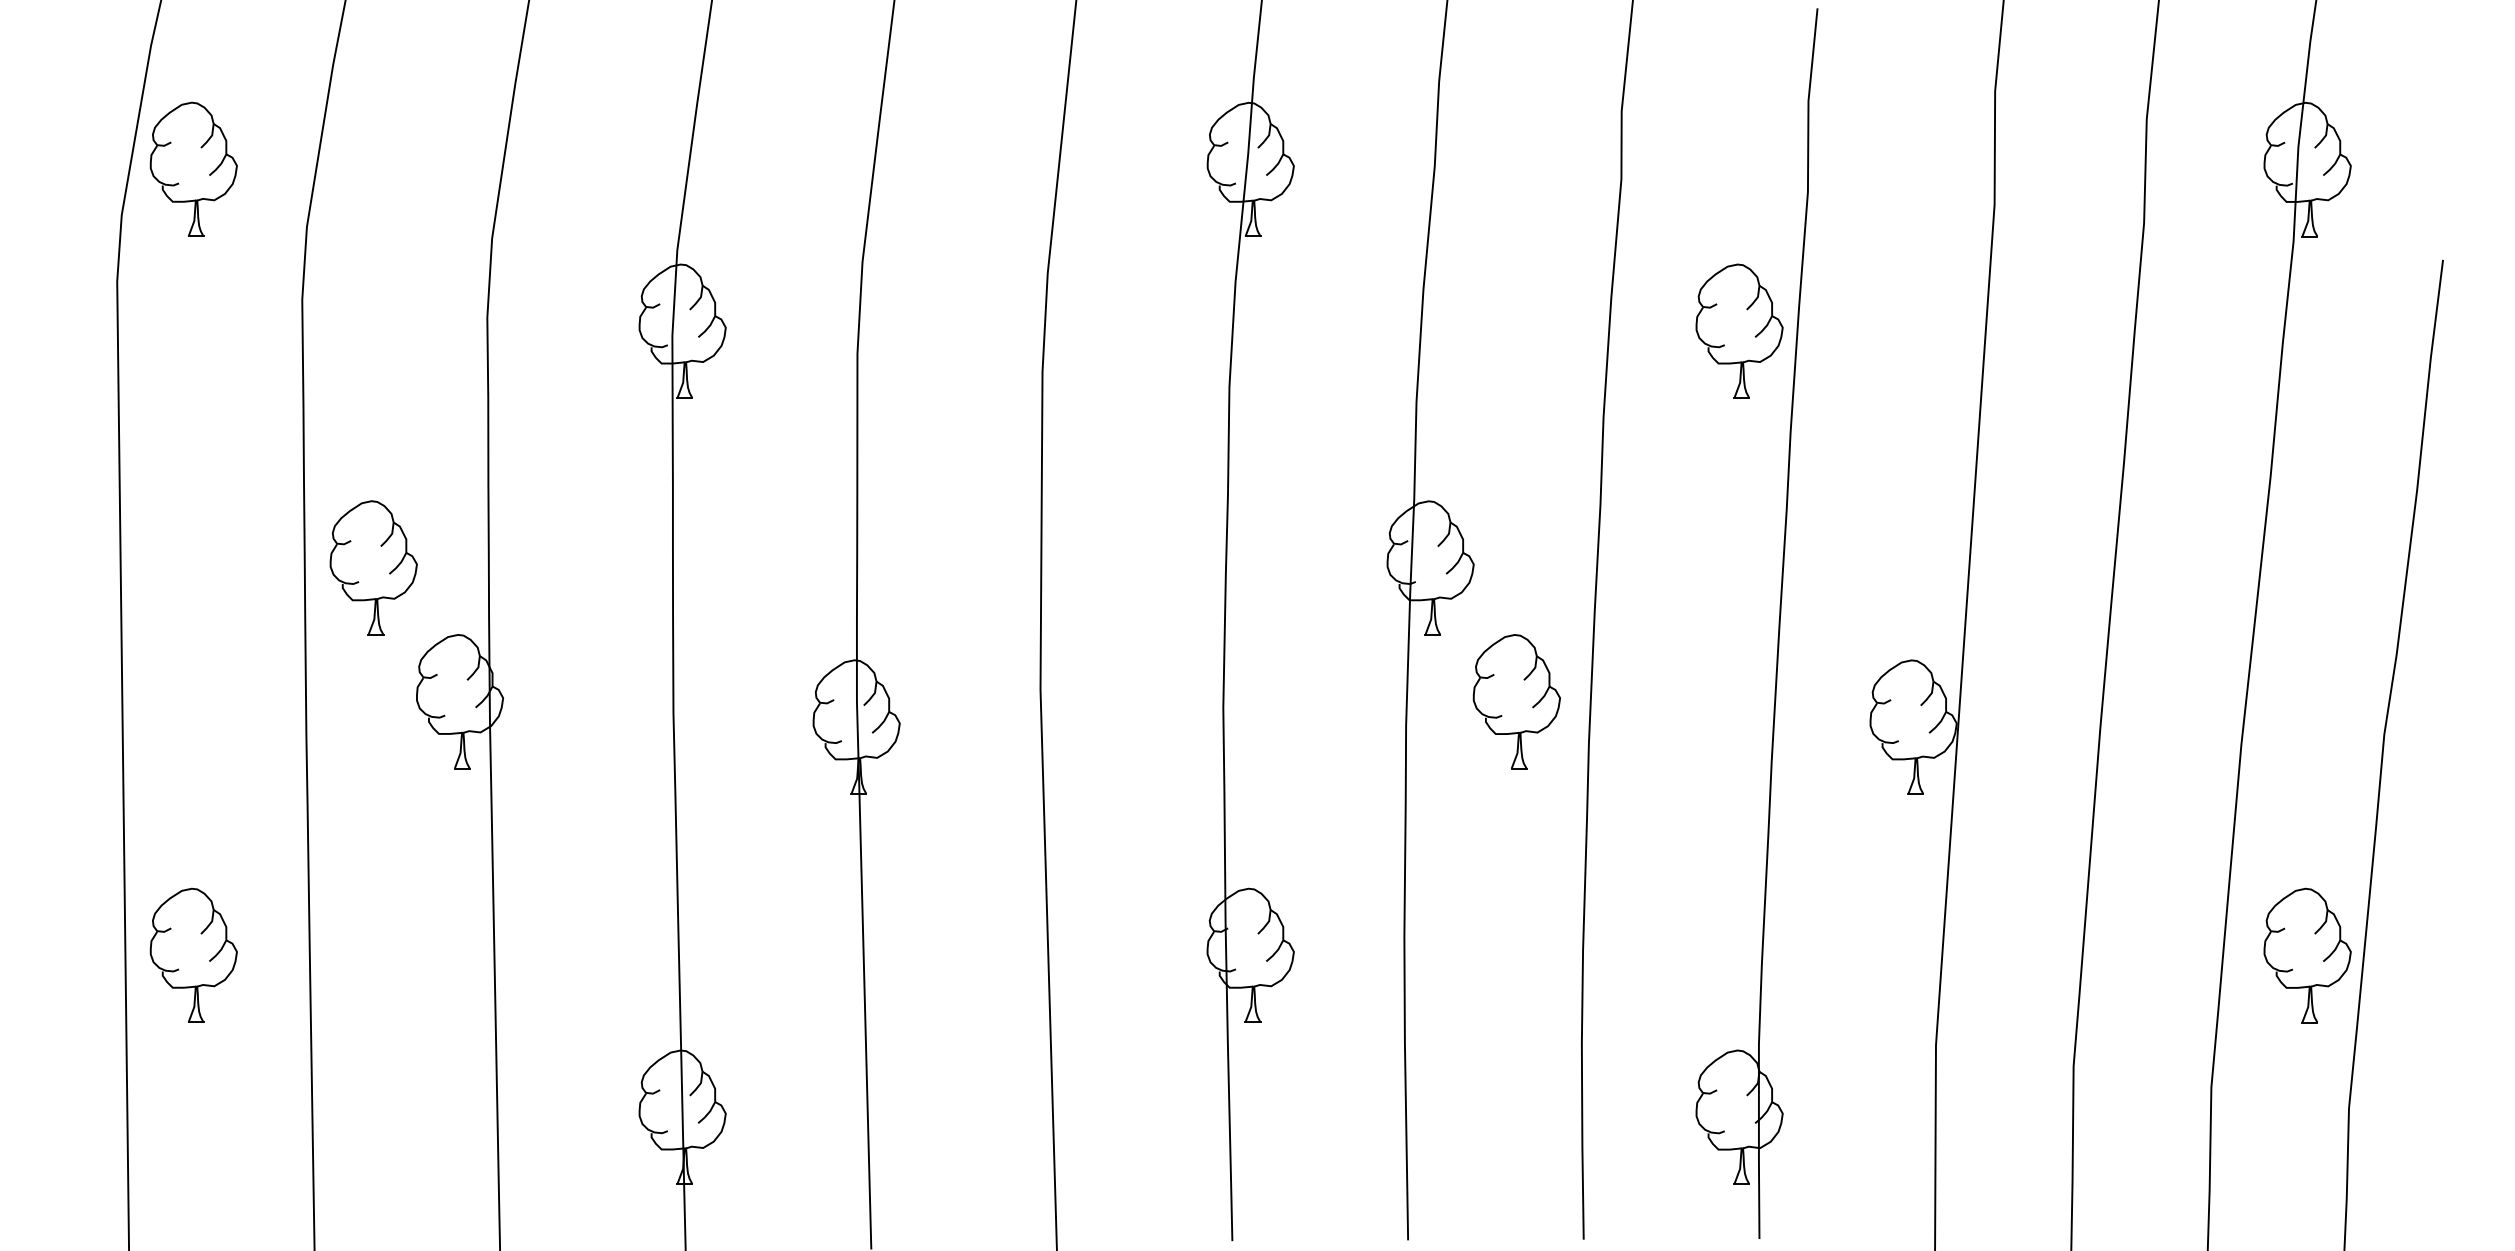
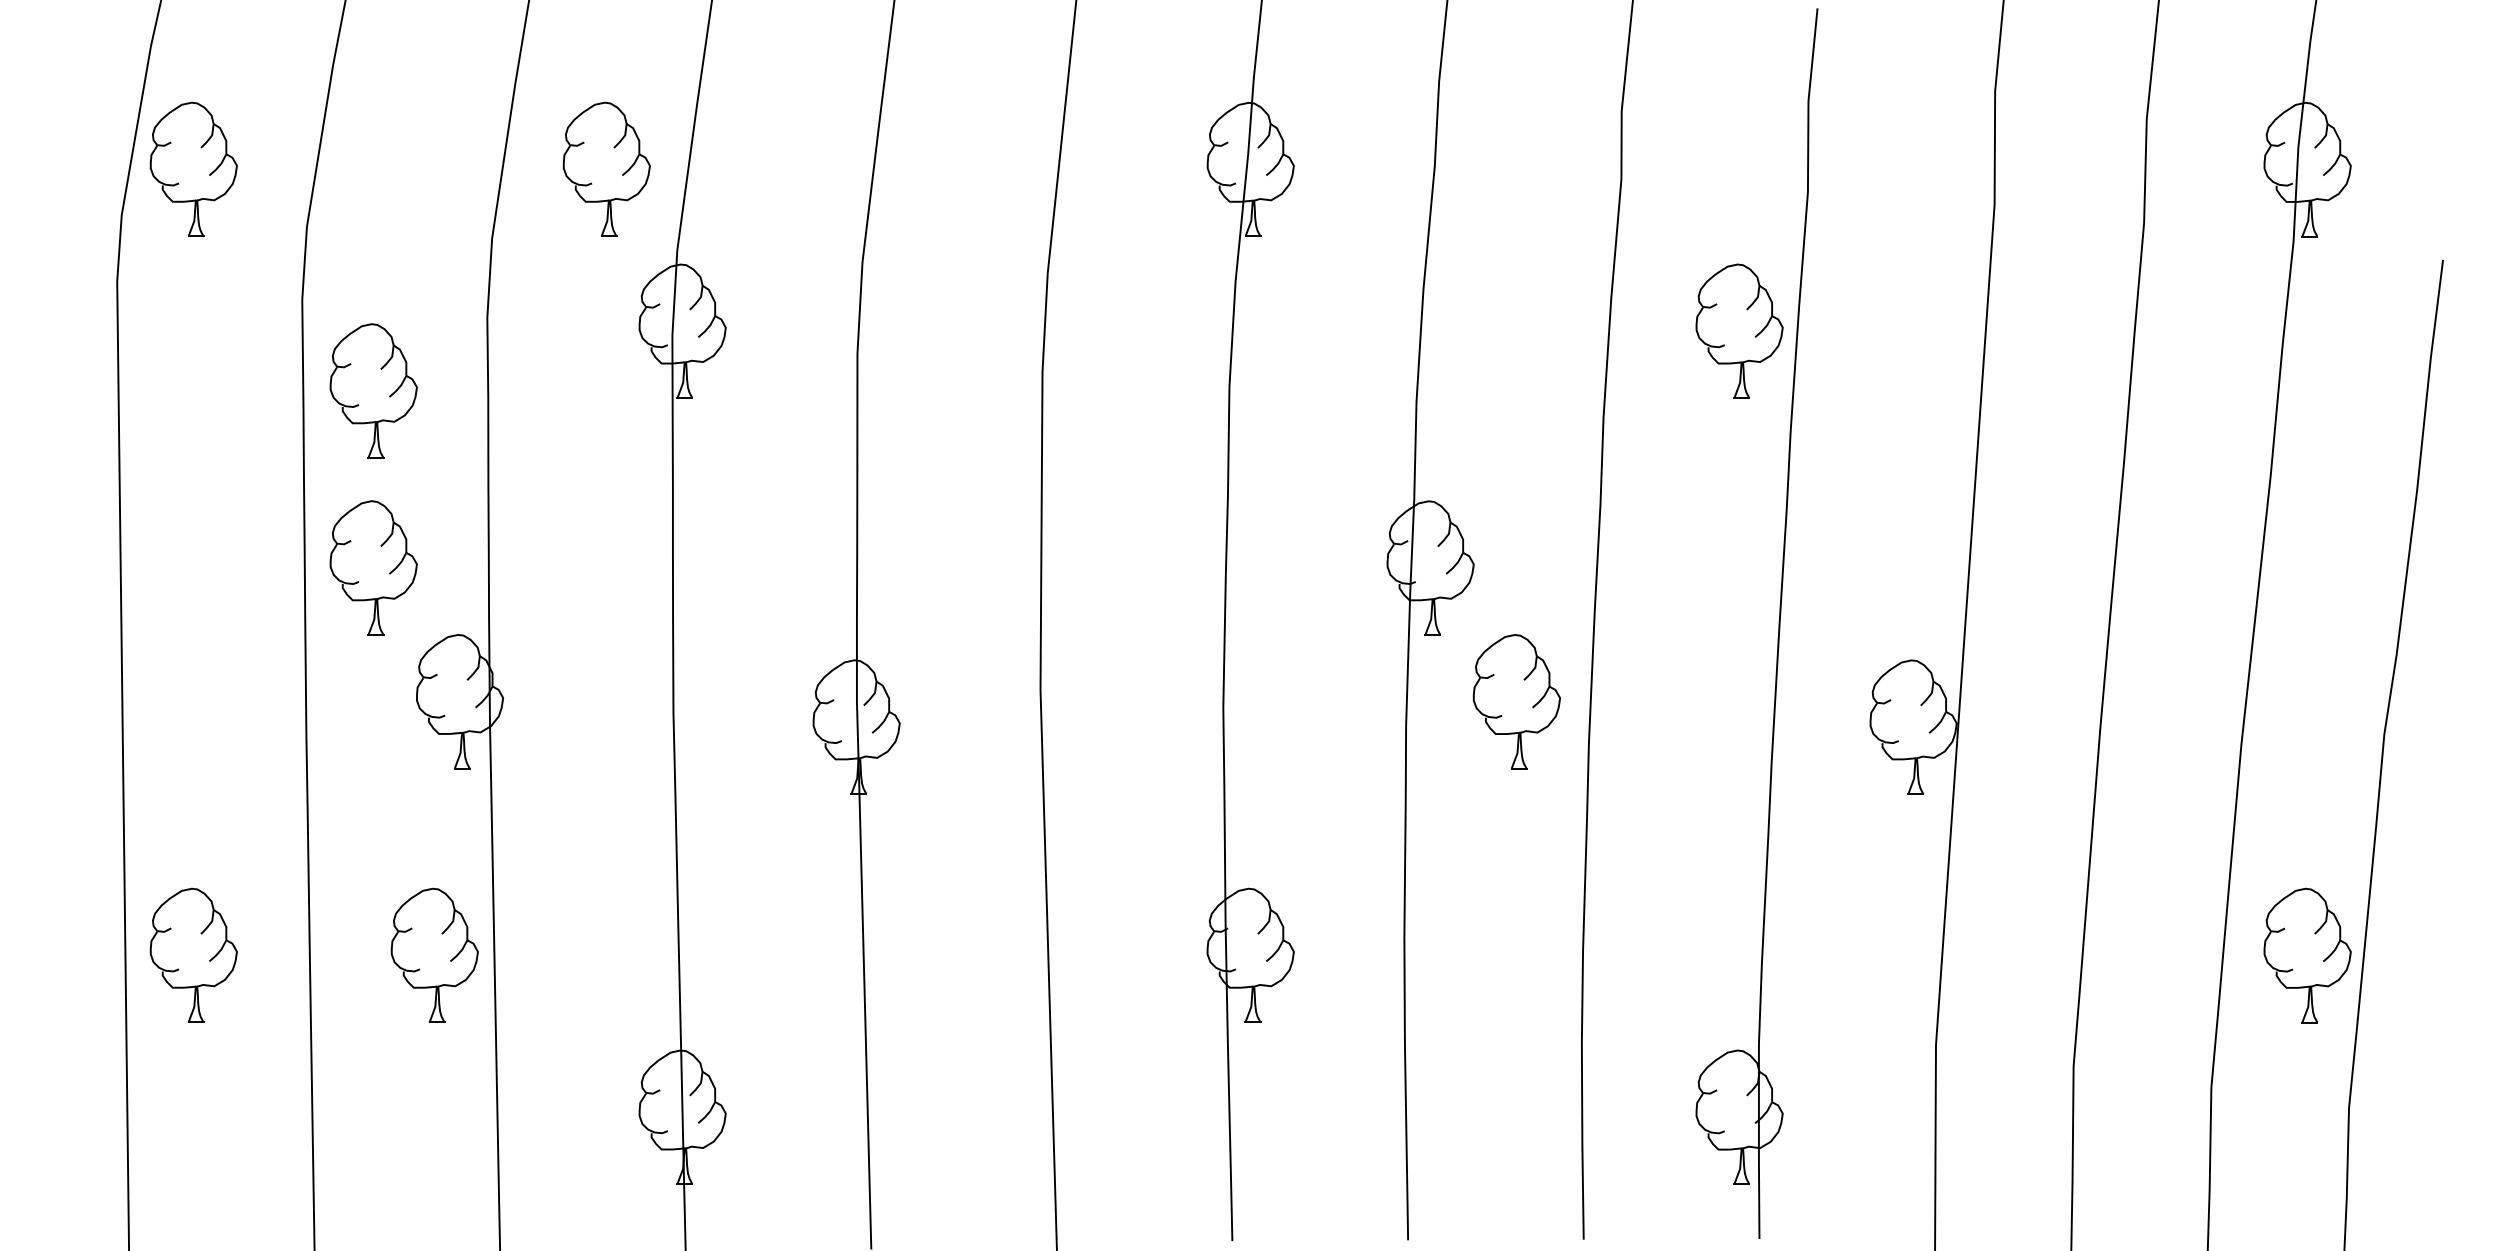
part at (606, 168): none -> present
part at (373, 390): none -> present
part at (434, 954): none -> present
